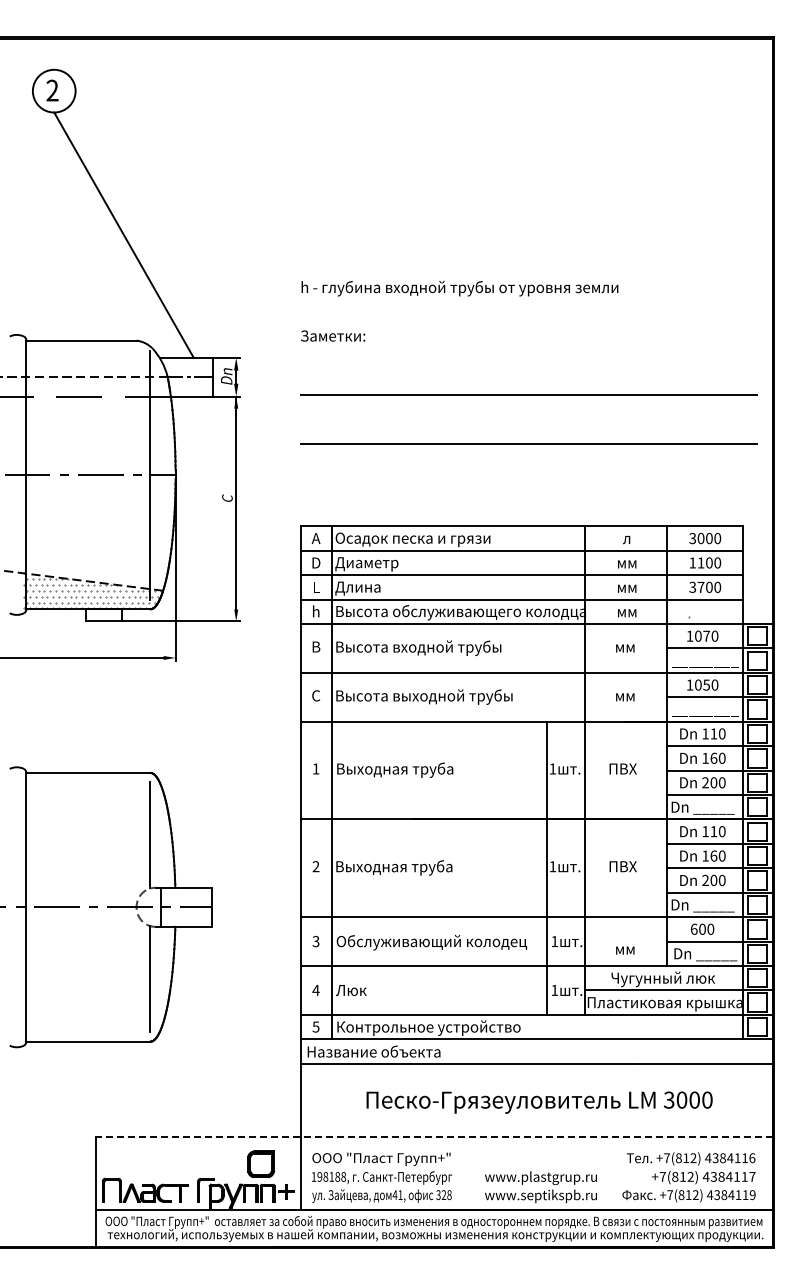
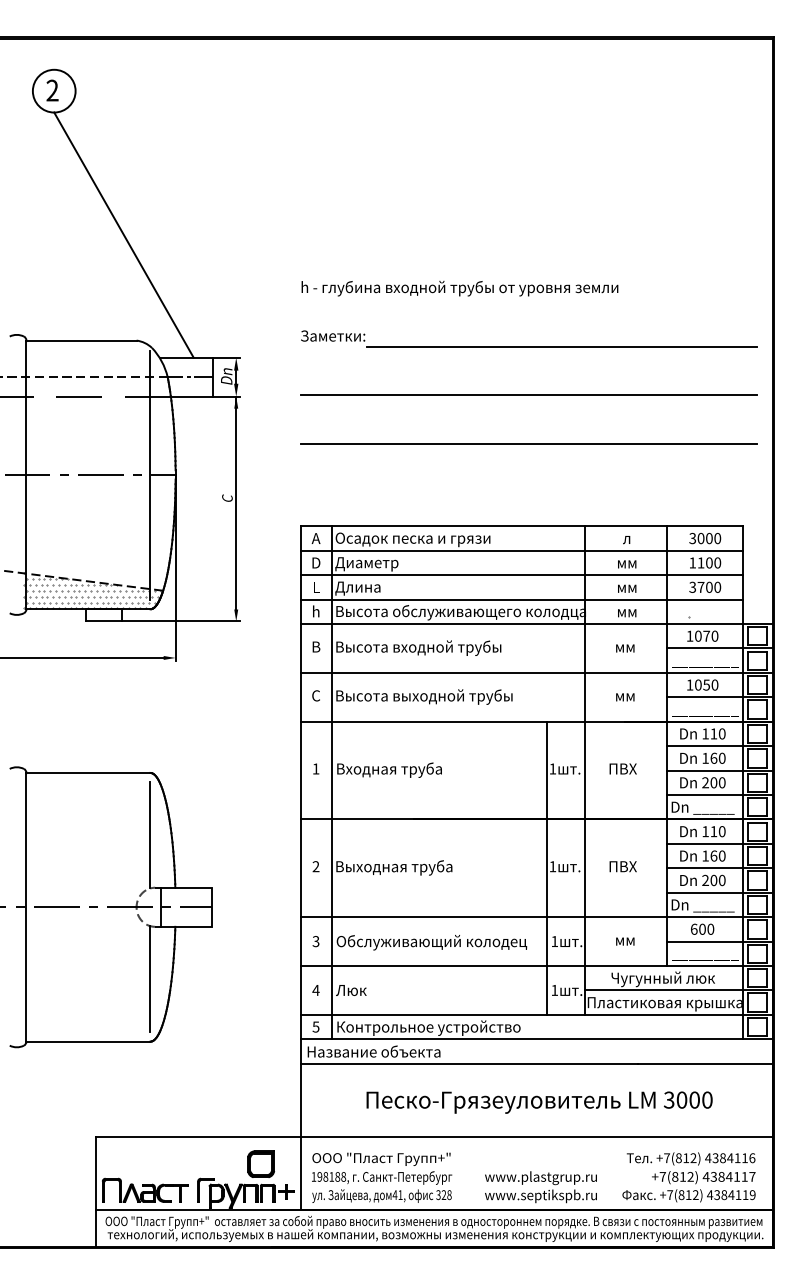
line at (561, 346): none -> present
text at (399, 769): Выходная труба -> Входная труба
text at (625, 950) position: (625, 950) -> (625, 941)
text at (705, 954): Dn _____ -> ________
line at (433, 1136): dashed -> solid
